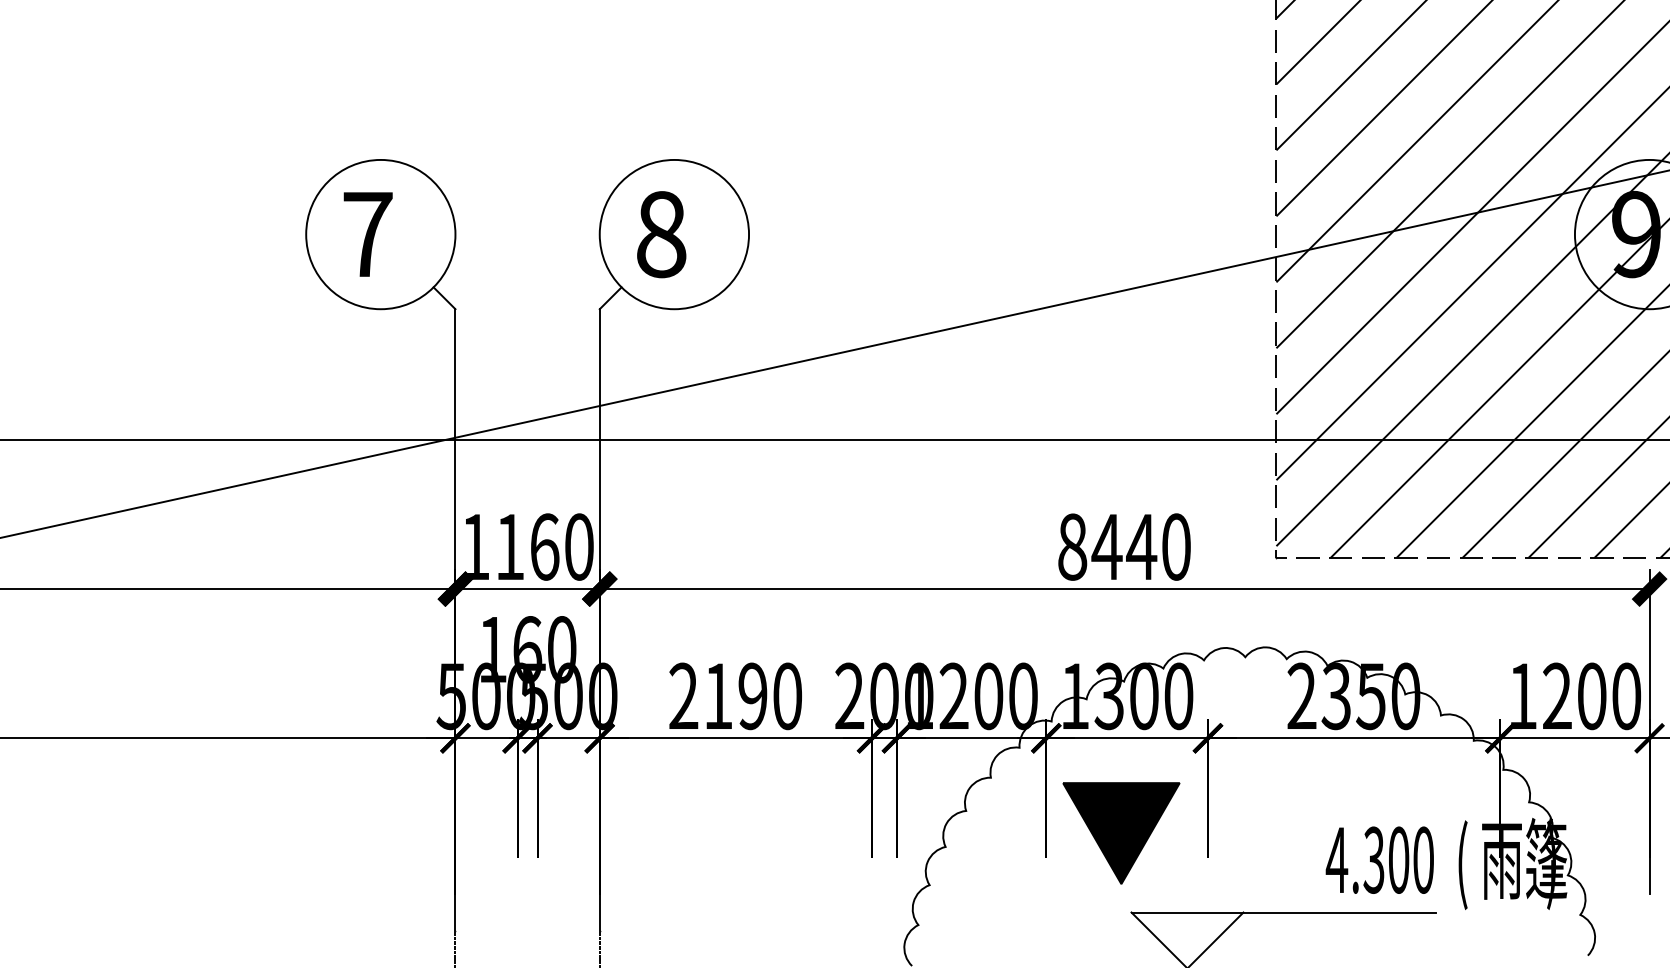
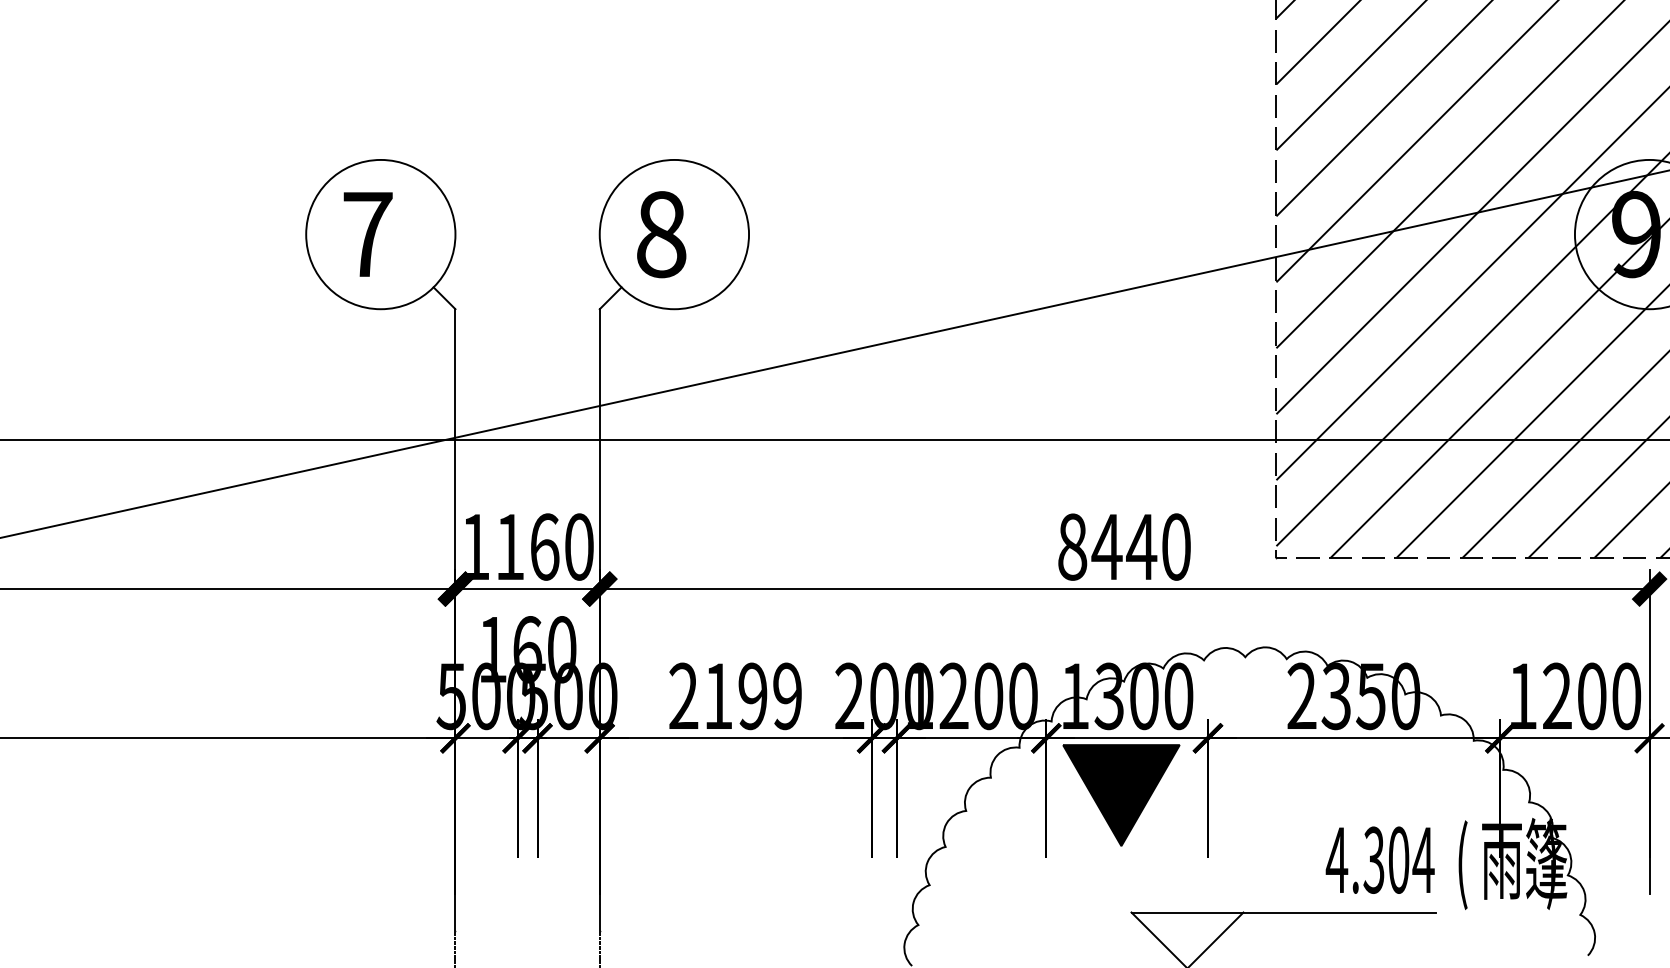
text at (787, 696): 2190 -> 2199
part at (1121, 833) position: (1121, 833) -> (1121, 795)
text at (1423, 859): 4.300 -> 4.304
